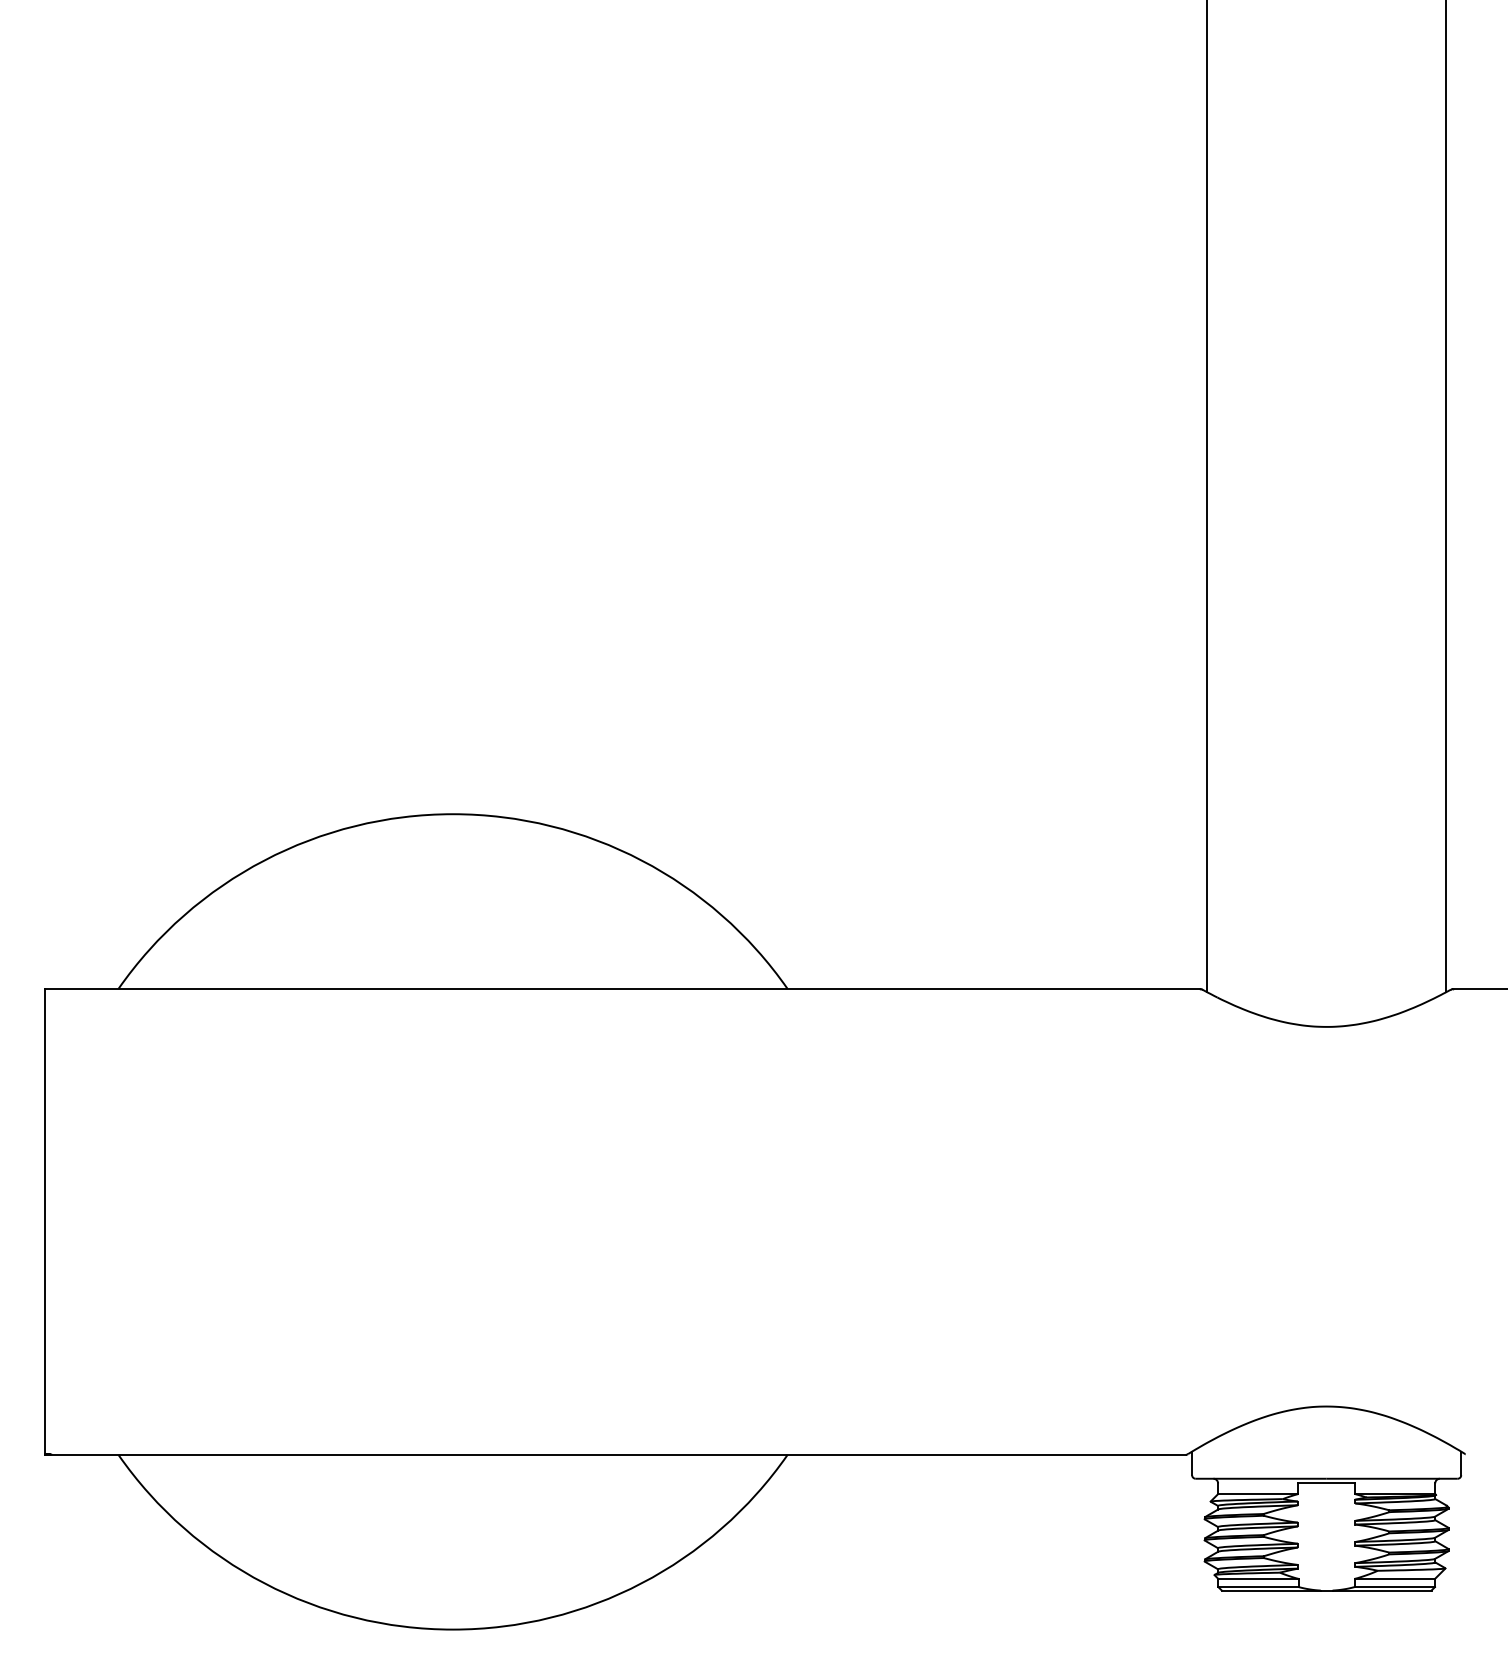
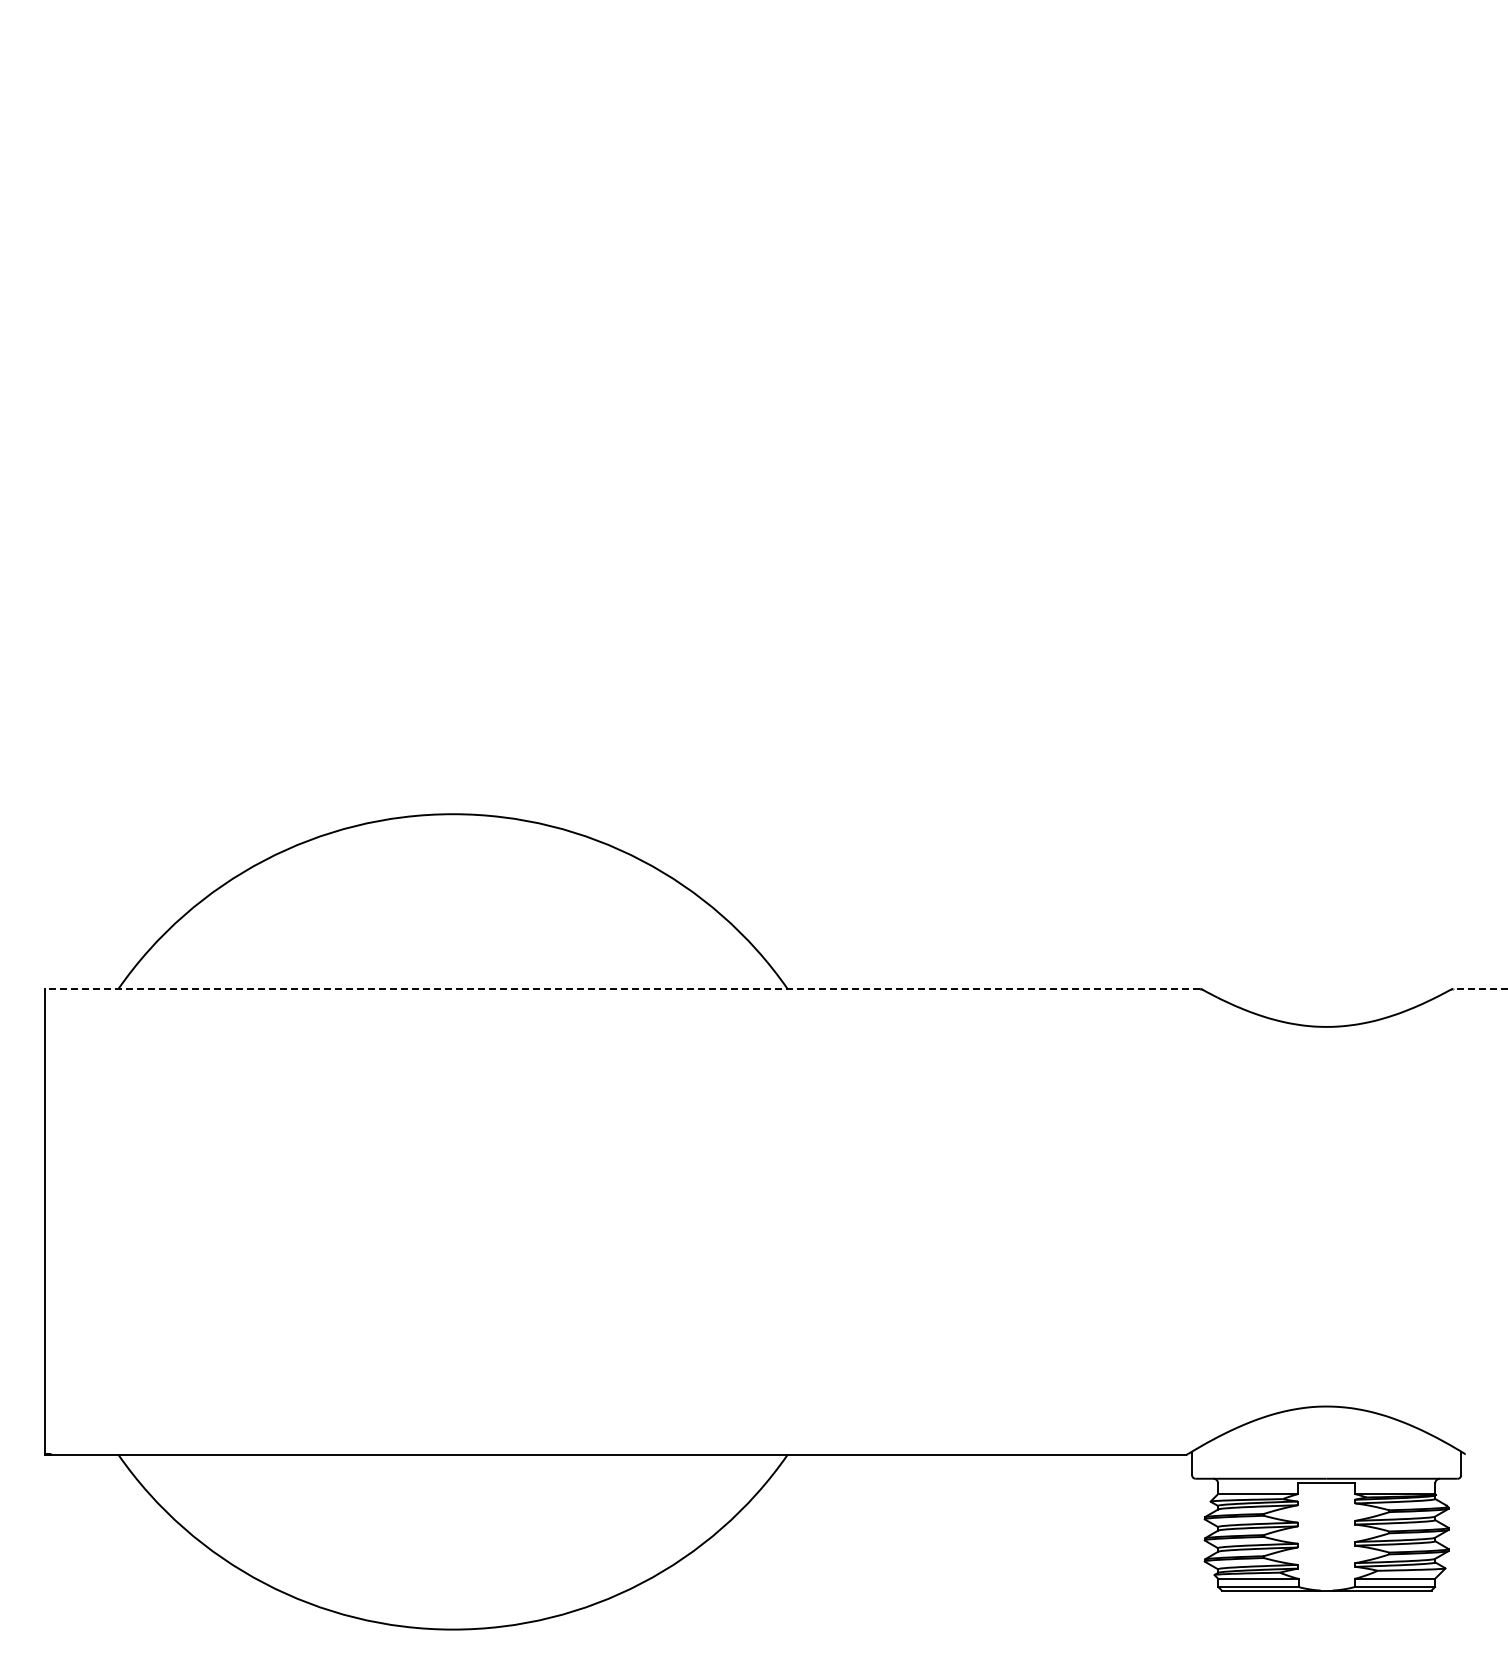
line at (1207, 497): present -> none
line at (1446, 497): present -> none
line at (622, 988): solid -> dashed
line at (1480, 988): solid -> dashed
